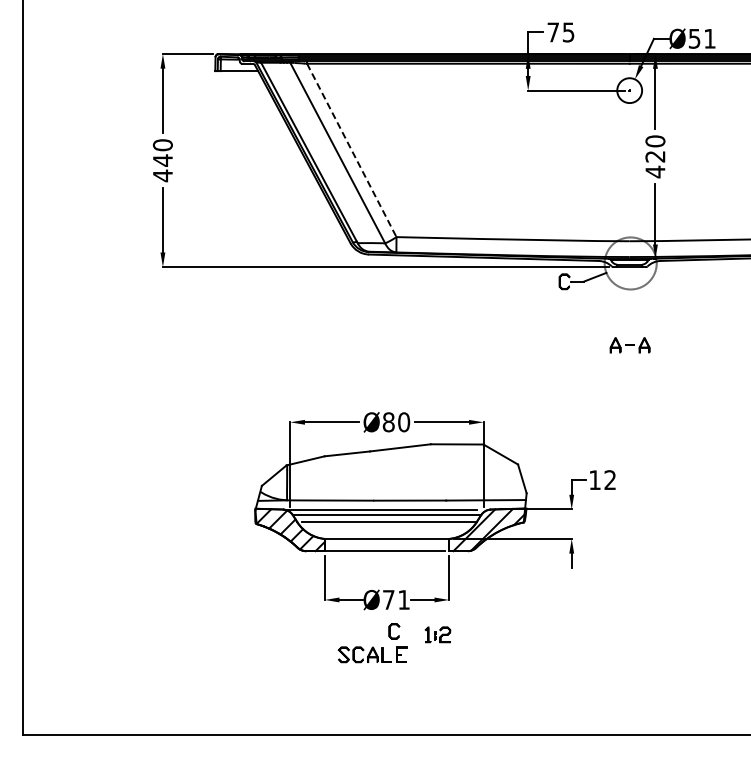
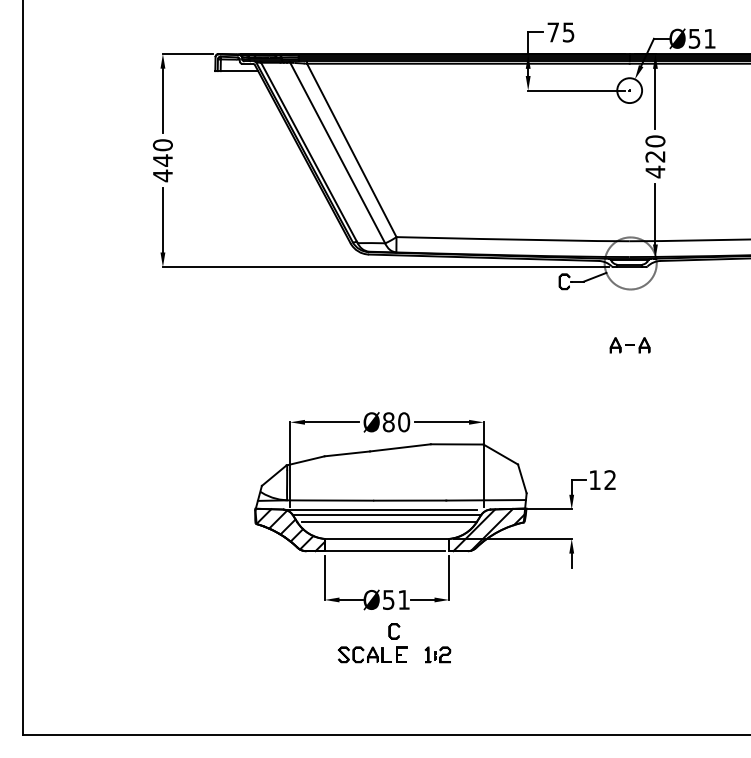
line at (351, 150): dashed -> solid
text at (388, 599): Ø71 -> Ø51
part at (437, 634) position: (437, 634) -> (437, 654)
